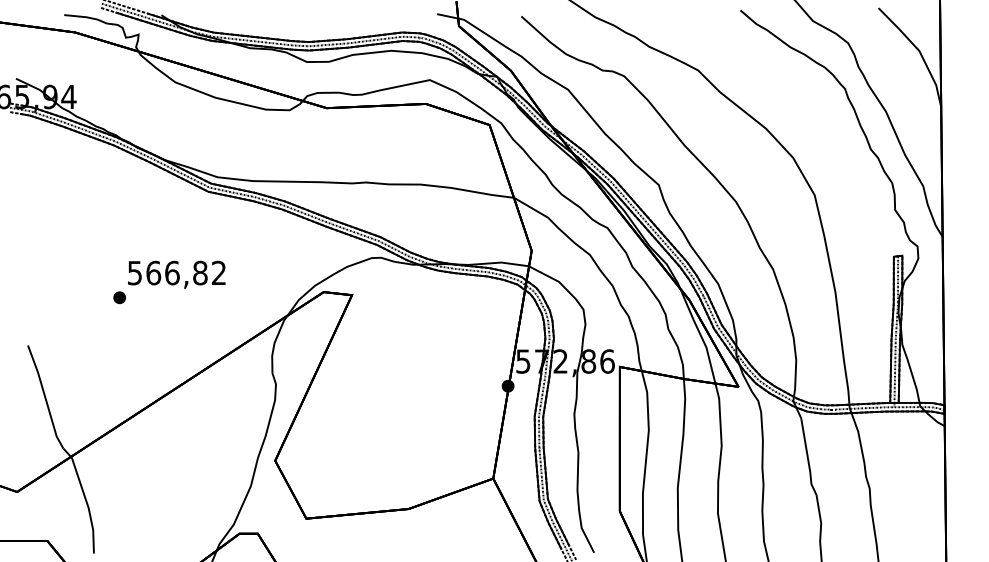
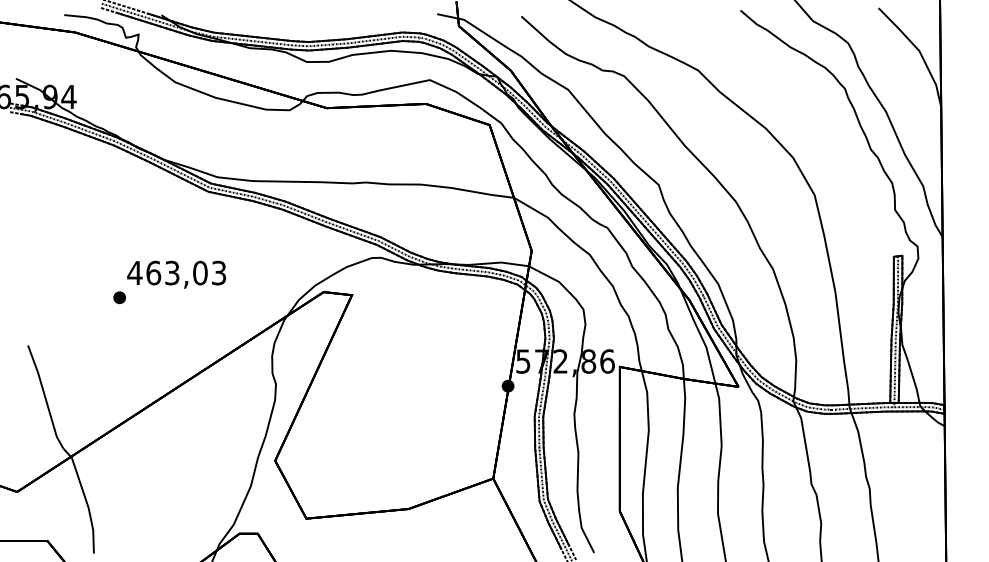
text at (176, 272): 566,82 -> 463,03
